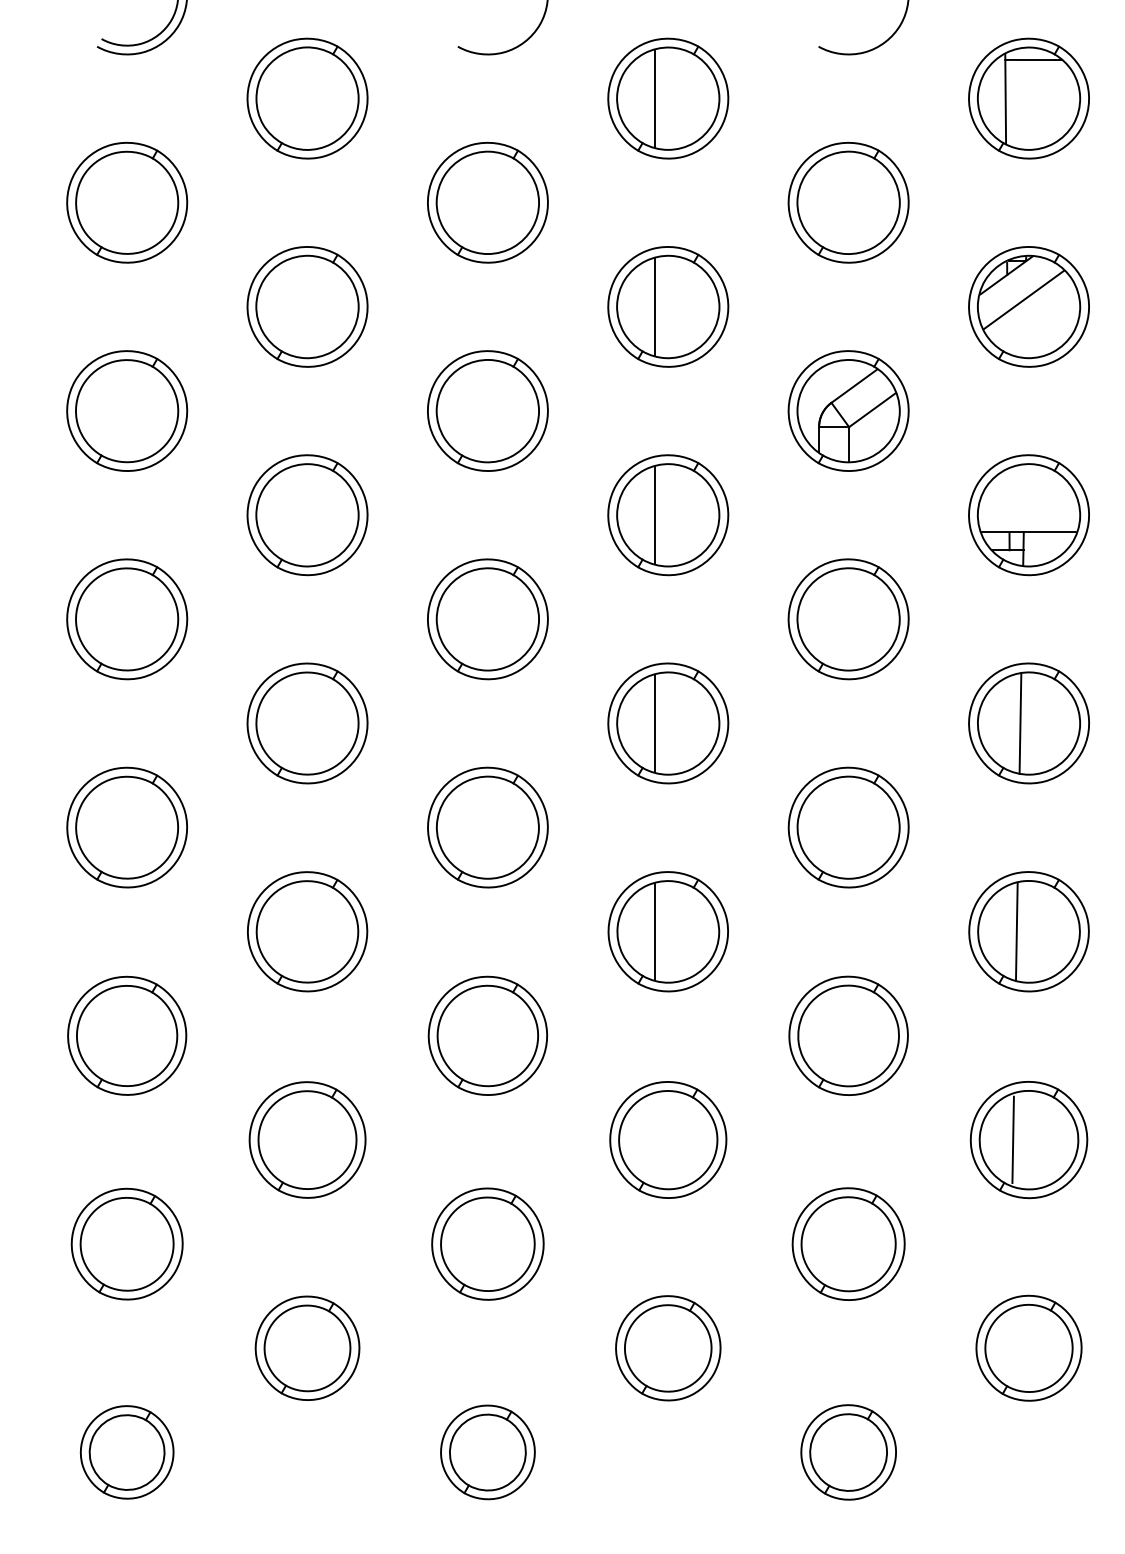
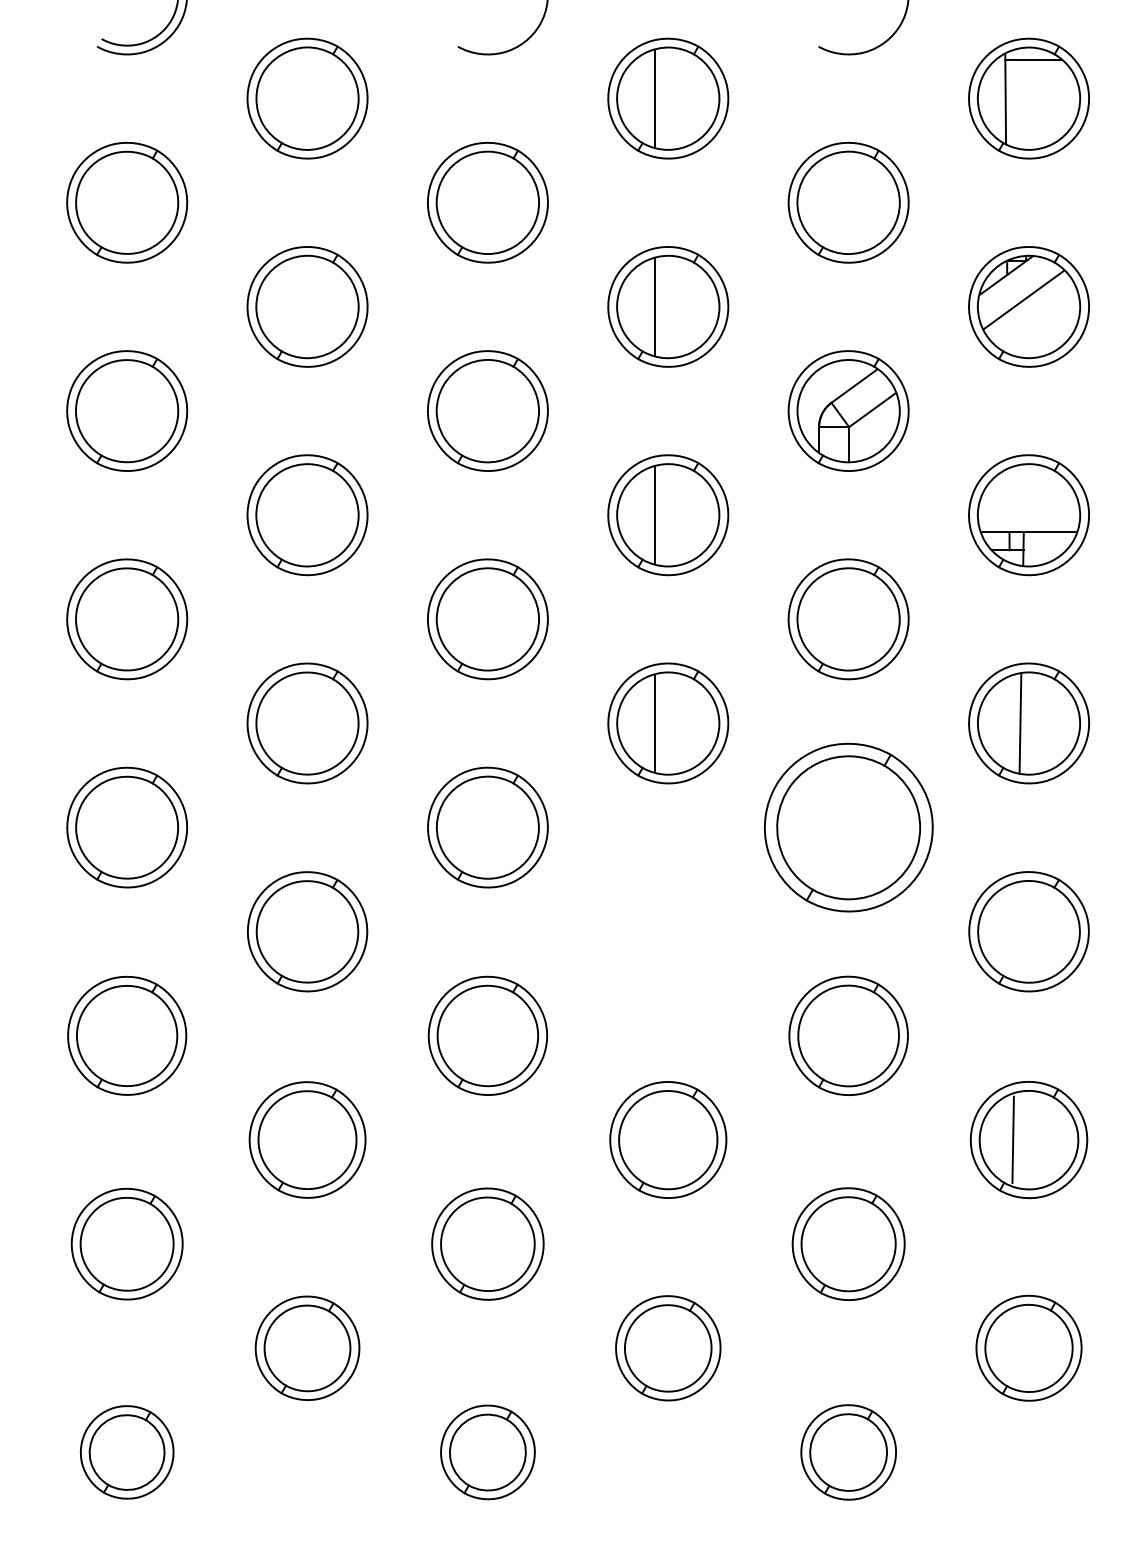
part at (848, 827) size: 123x123 px -> 171x171 px
part at (667, 931): present -> none
line at (1016, 931): present -> none
